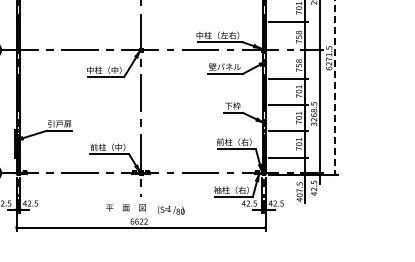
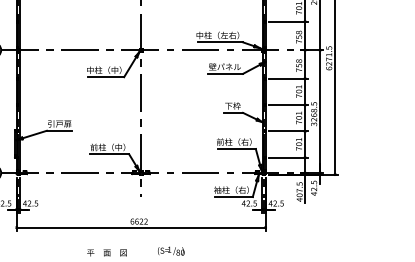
line at (335, 87): dashed -> solid
text at (125, 207) position: (125, 207) -> (106, 252)
text at (171, 209) position: (171, 209) -> (171, 250)
